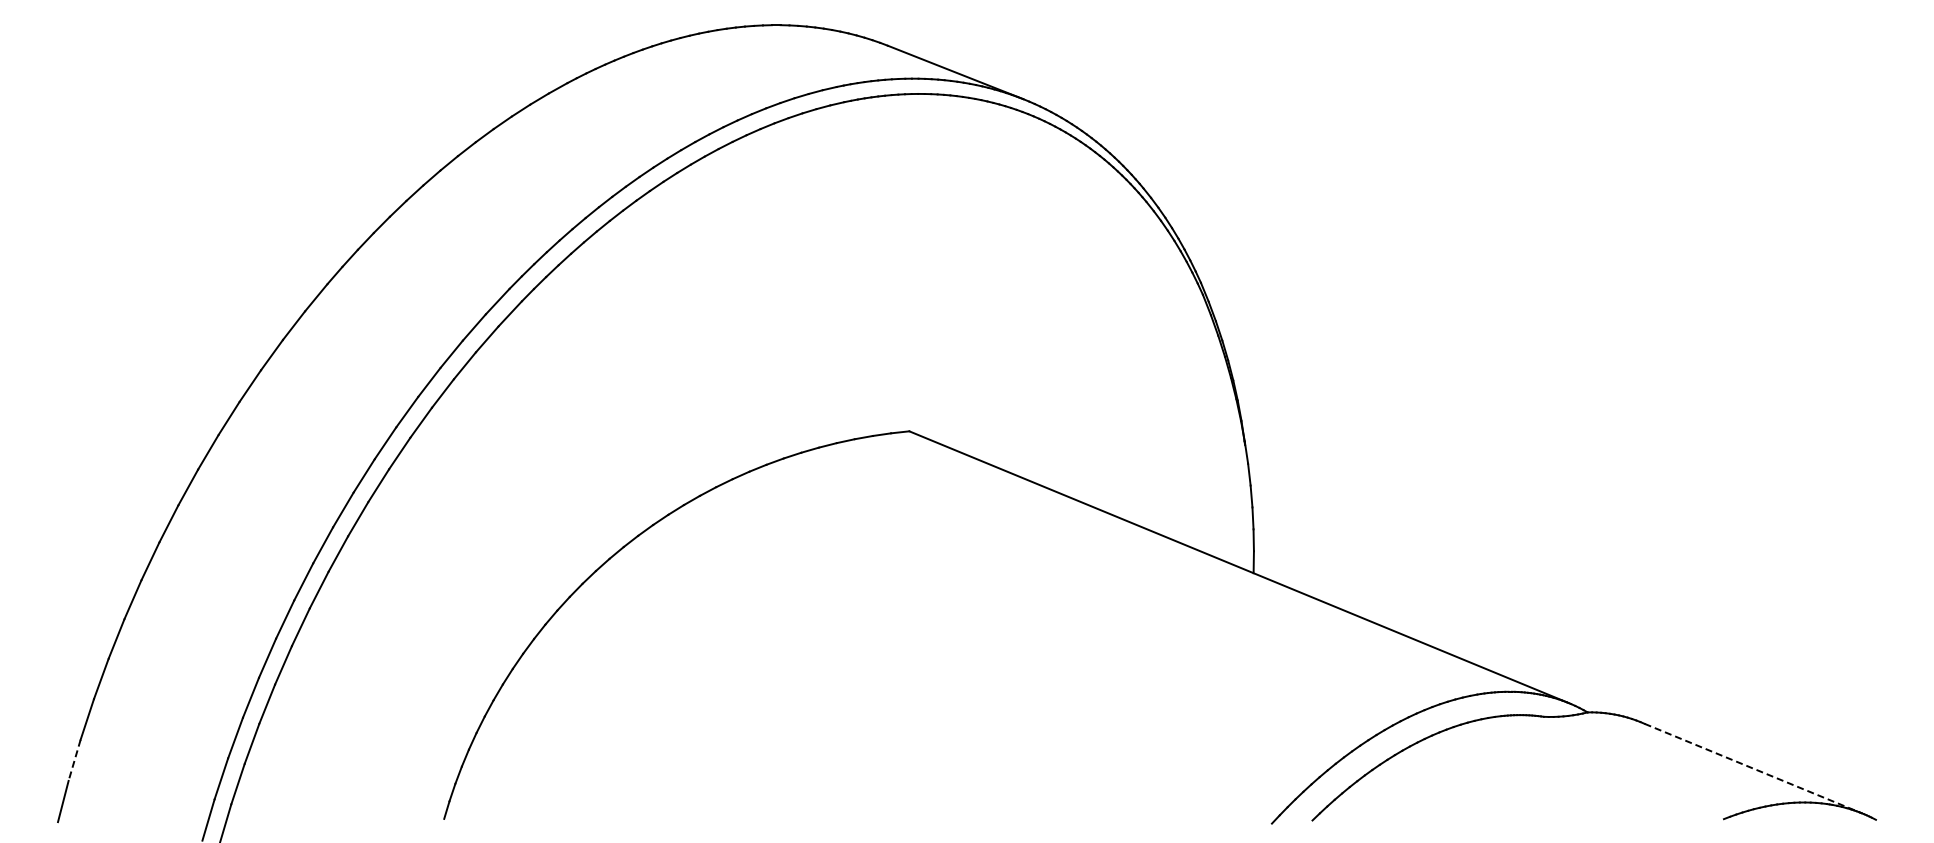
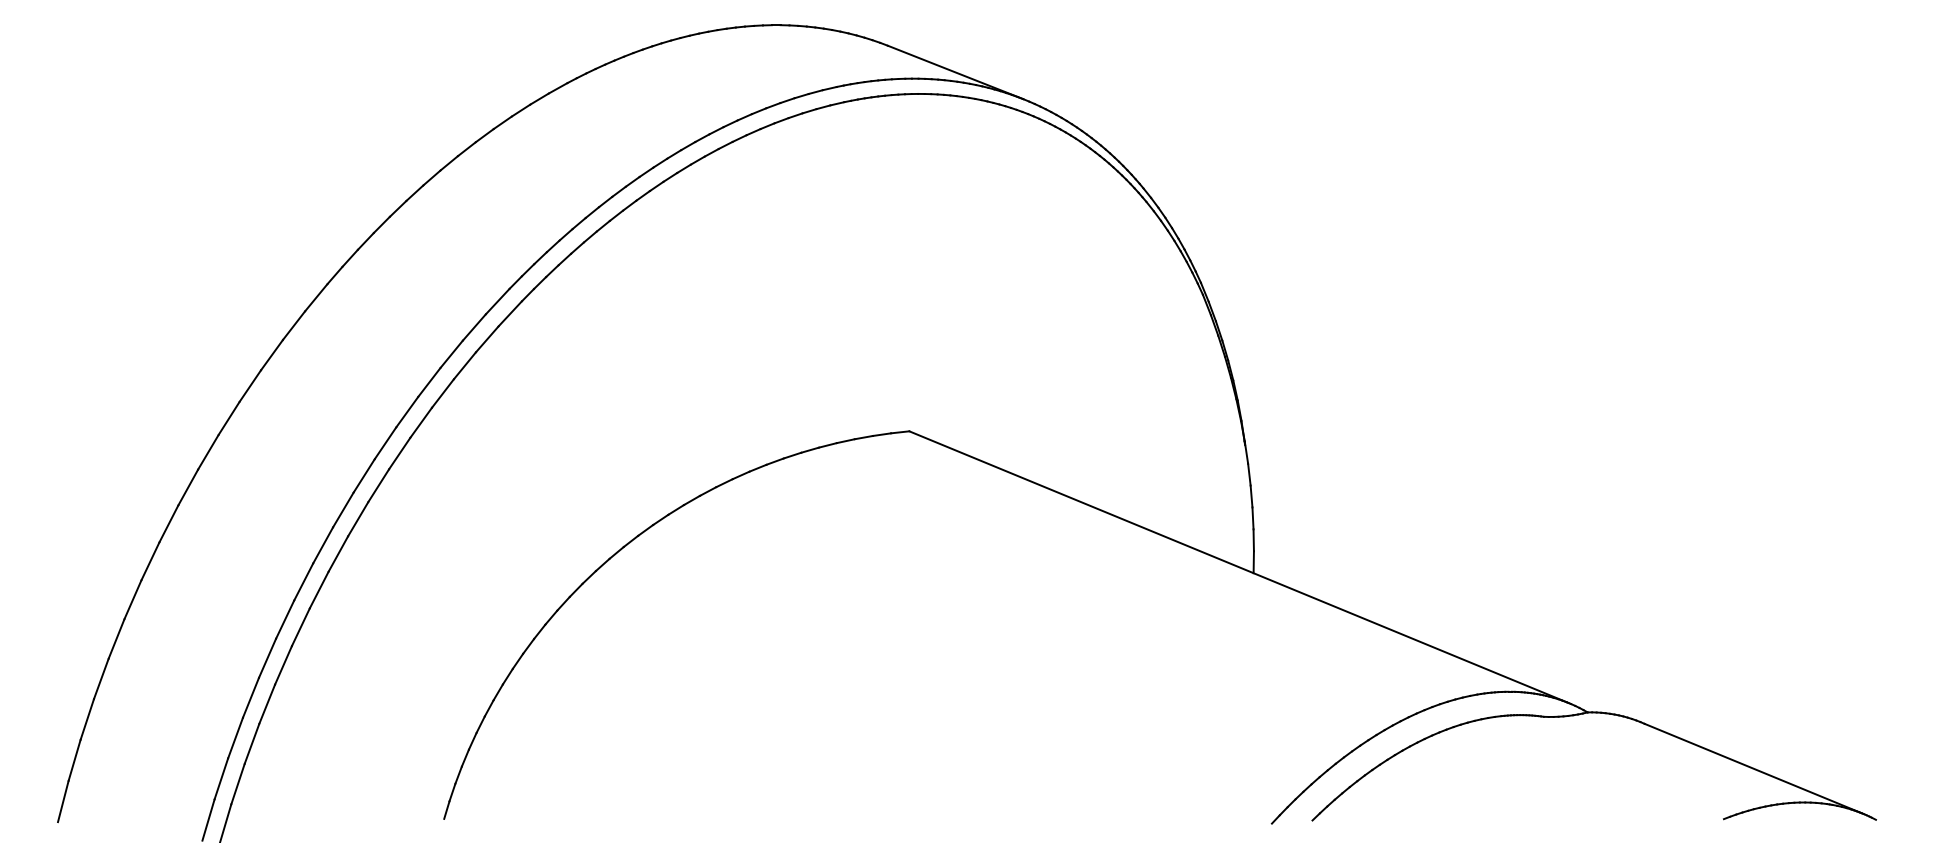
line at (74, 760): dashed -> solid
line at (1753, 768): dashed -> solid
